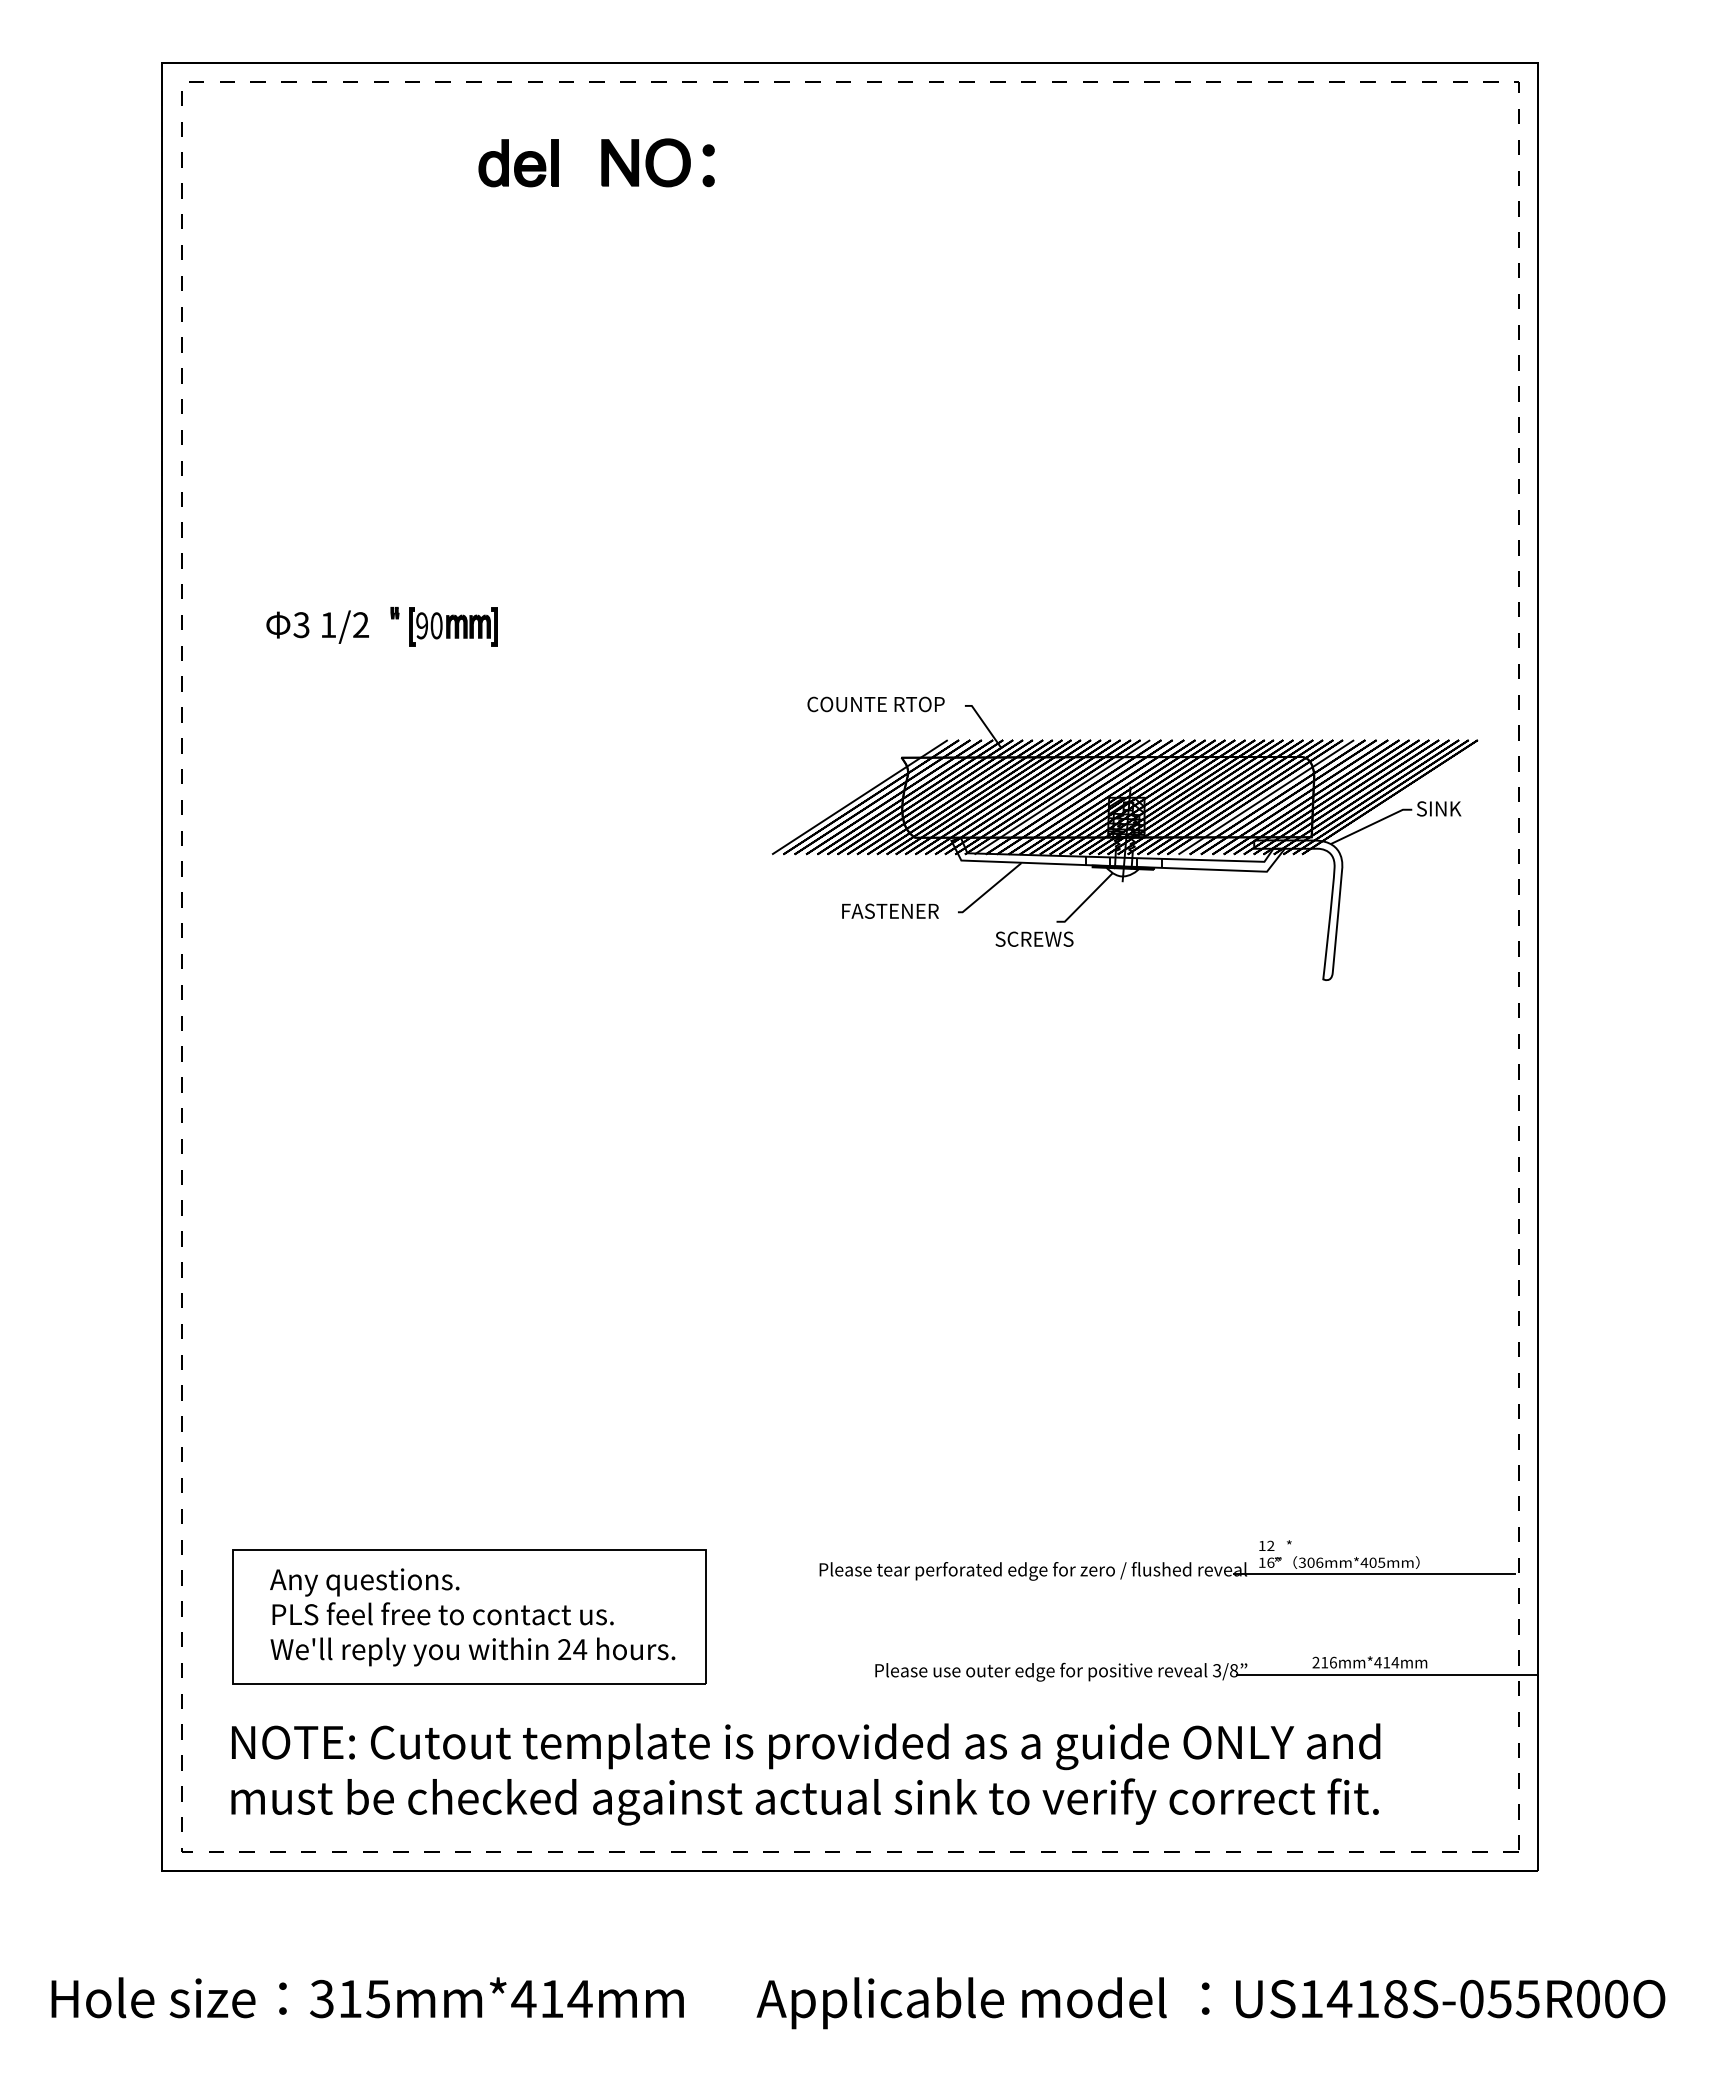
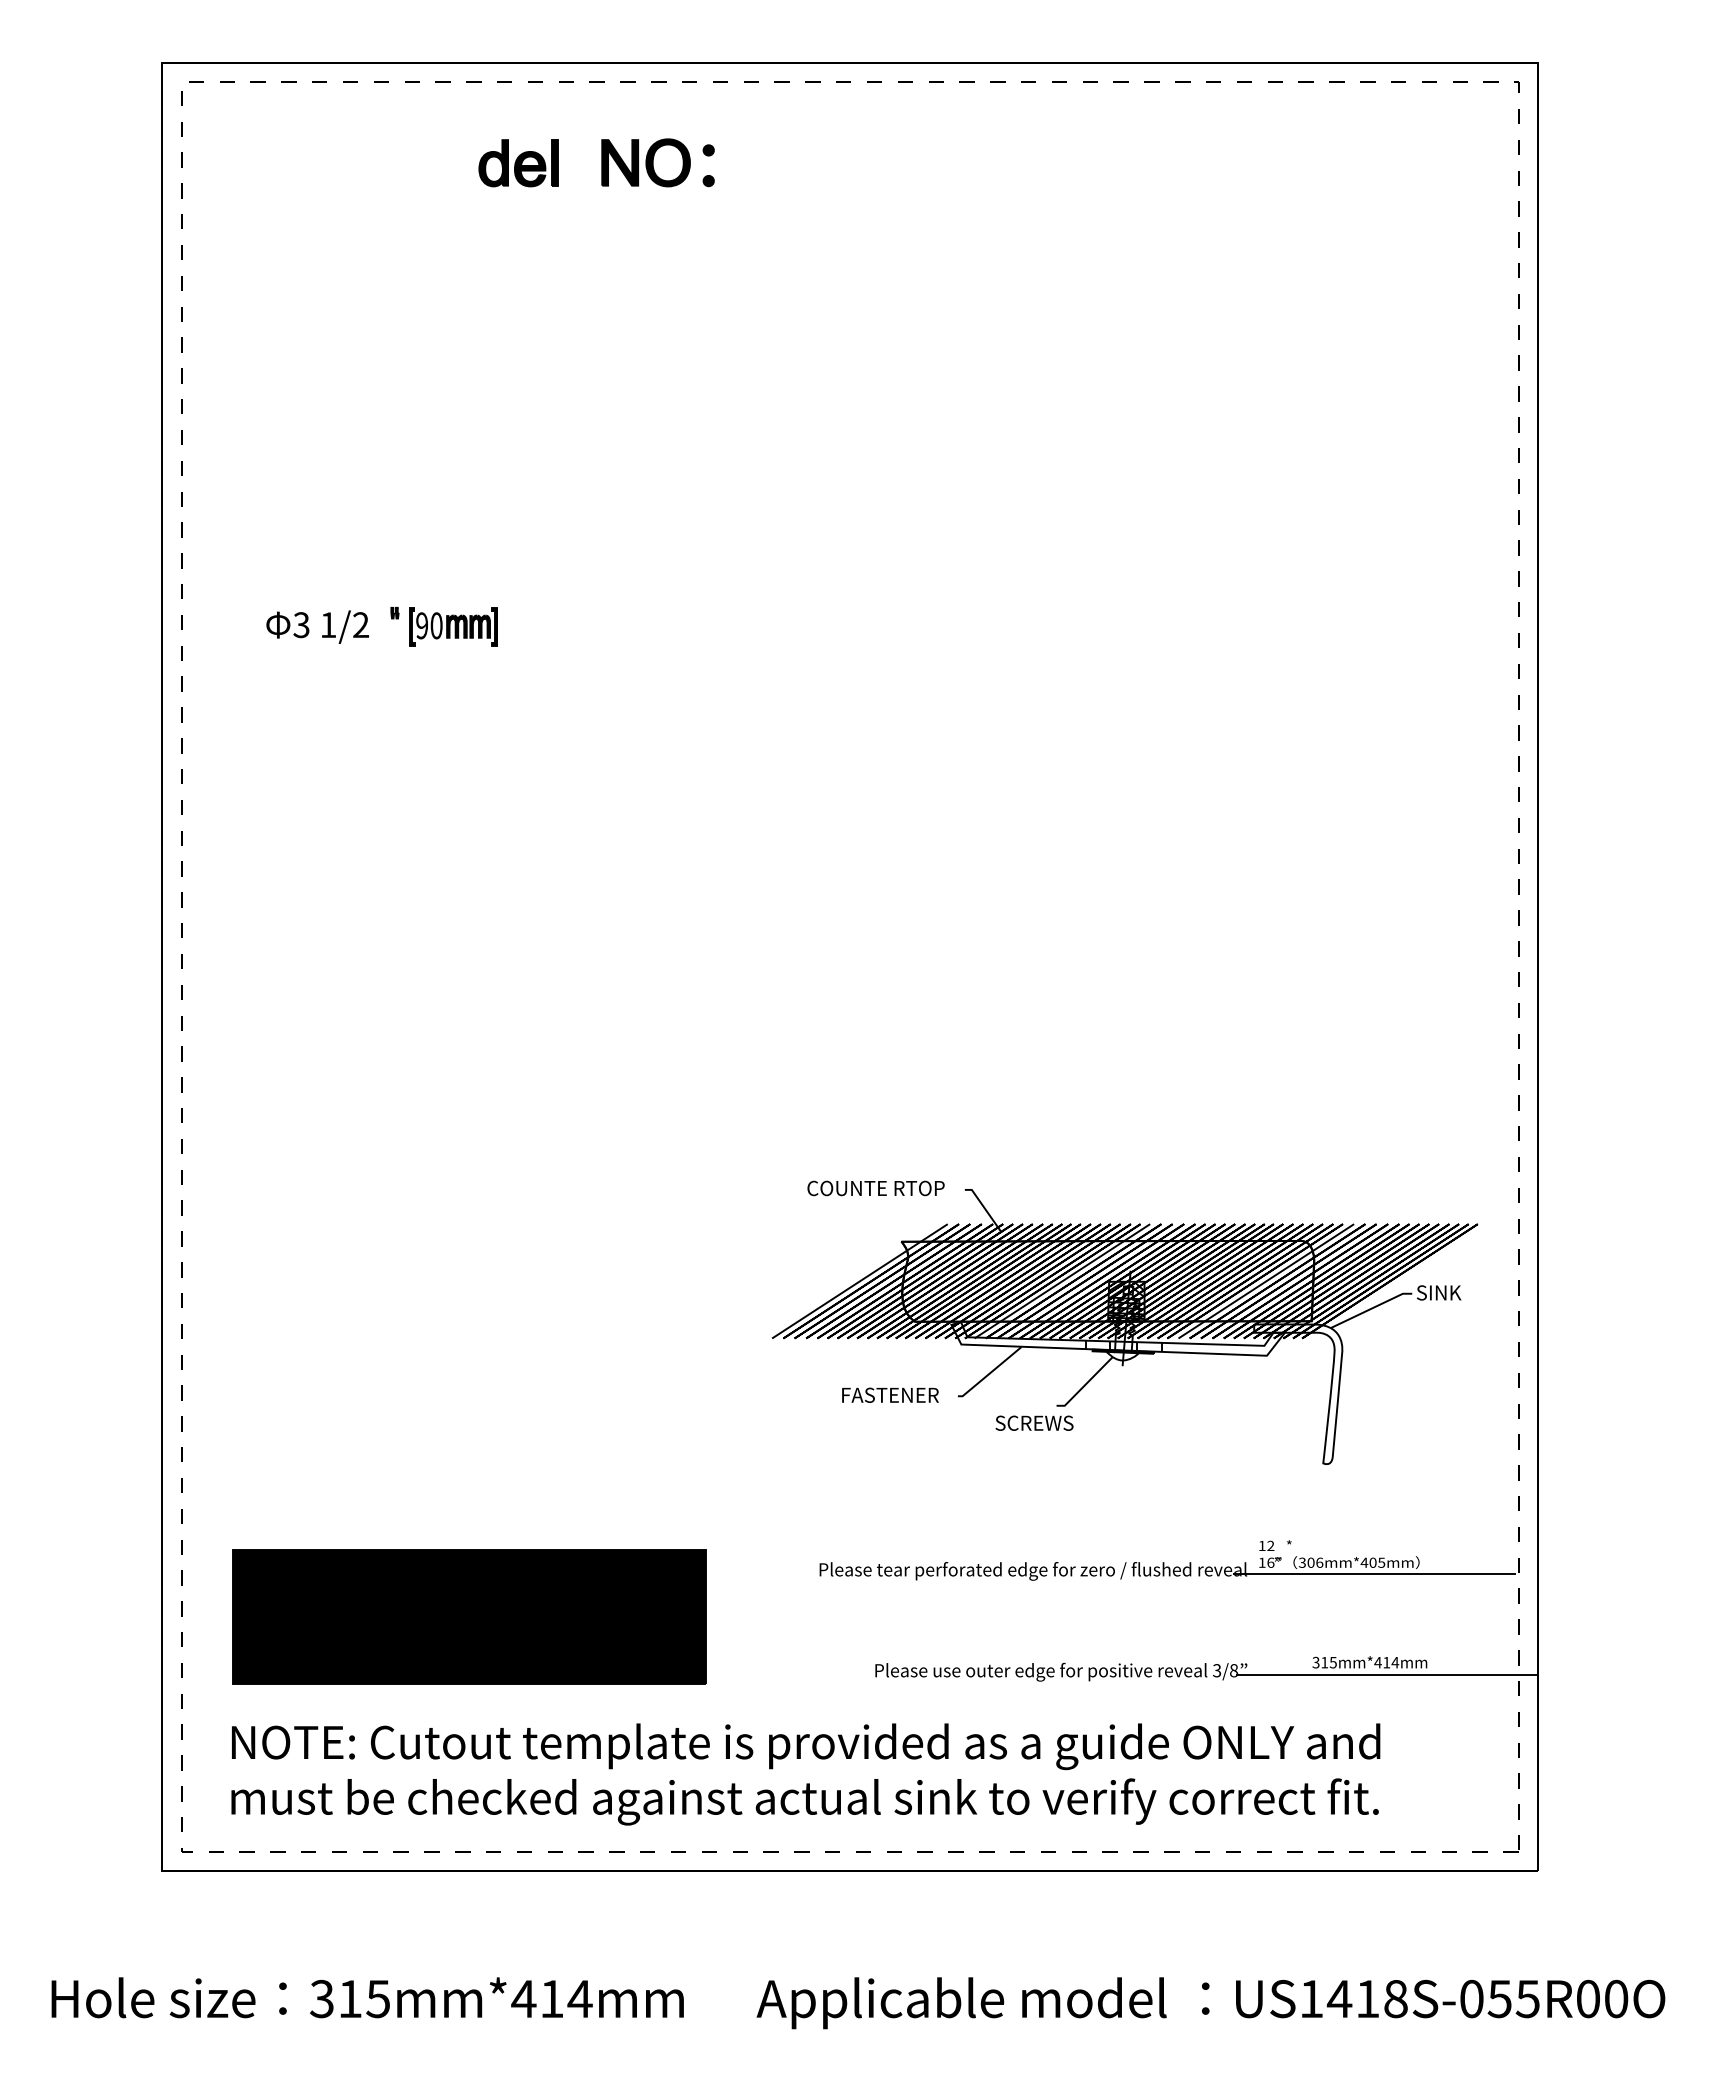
part at (1124, 838) position: (1124, 838) -> (1124, 1322)
fill at (469, 1617): none -> present
text at (1324, 1662): 216mm*414mm -> 315mm*414mm
